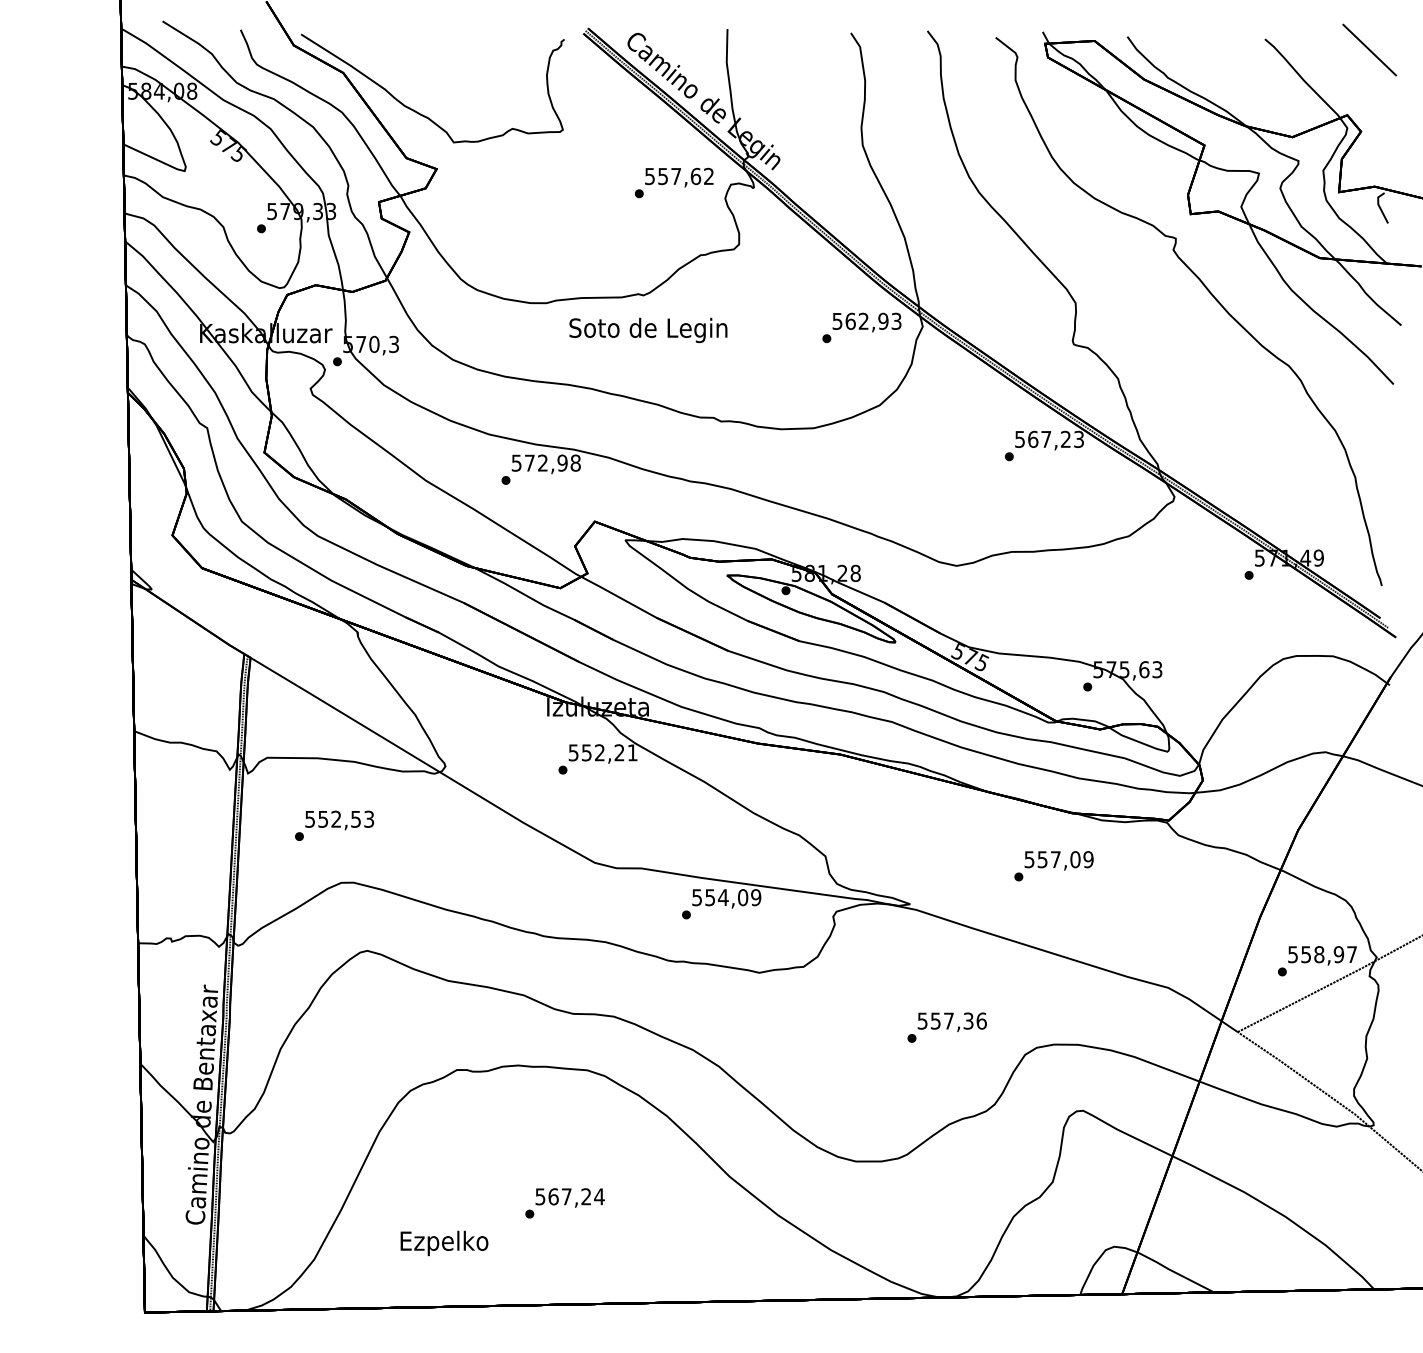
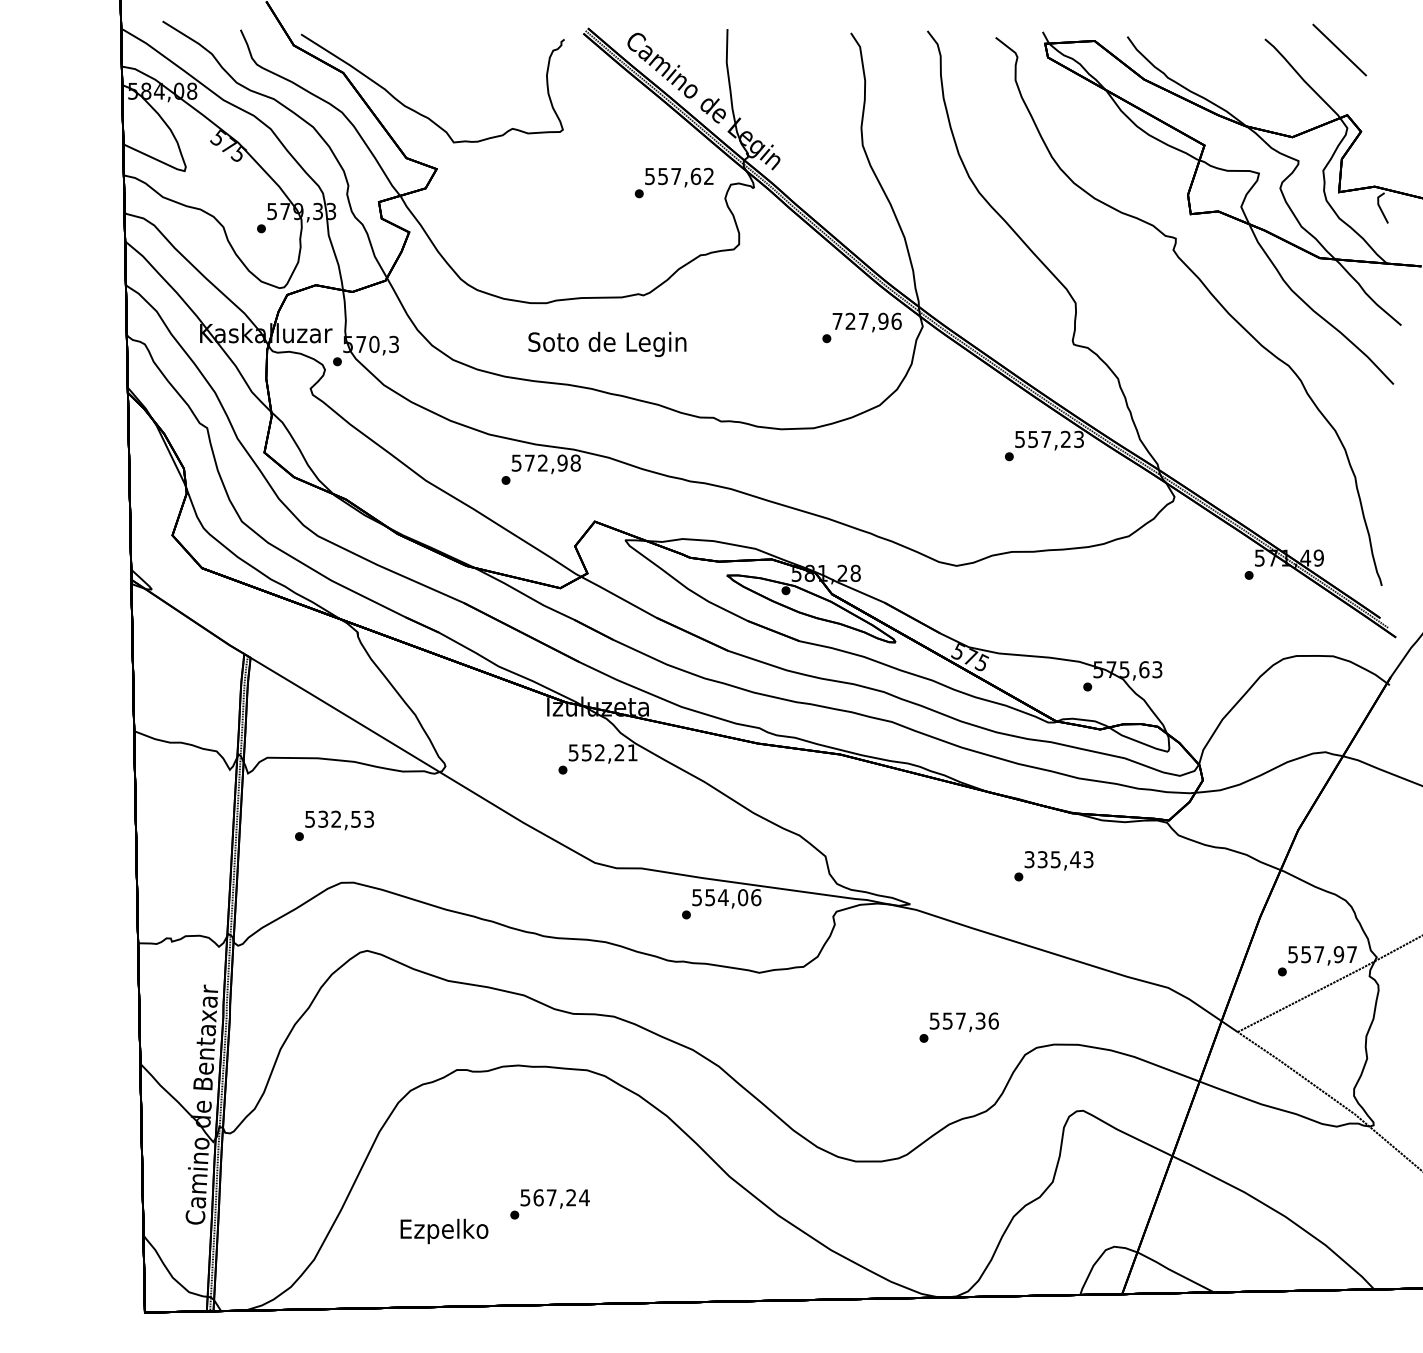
line at (1369, 49) position: (1369, 49) -> (1339, 49)
text at (866, 320): 562,93 -> 727,96
text at (648, 330) position: (648, 330) -> (607, 344)
text at (1033, 438): 567,23 -> 557,23
text at (323, 818): 552,53 -> 532,53
text at (1059, 859): 557,09 -> 335,43
text at (756, 897): 554,09 -> 554,06
text at (1319, 954): 558,97 -> 557,97
text at (946, 1027) position: (946, 1027) -> (958, 1027)
text at (564, 1203) position: (564, 1203) -> (549, 1204)
text at (444, 1243) position: (444, 1243) -> (444, 1231)
